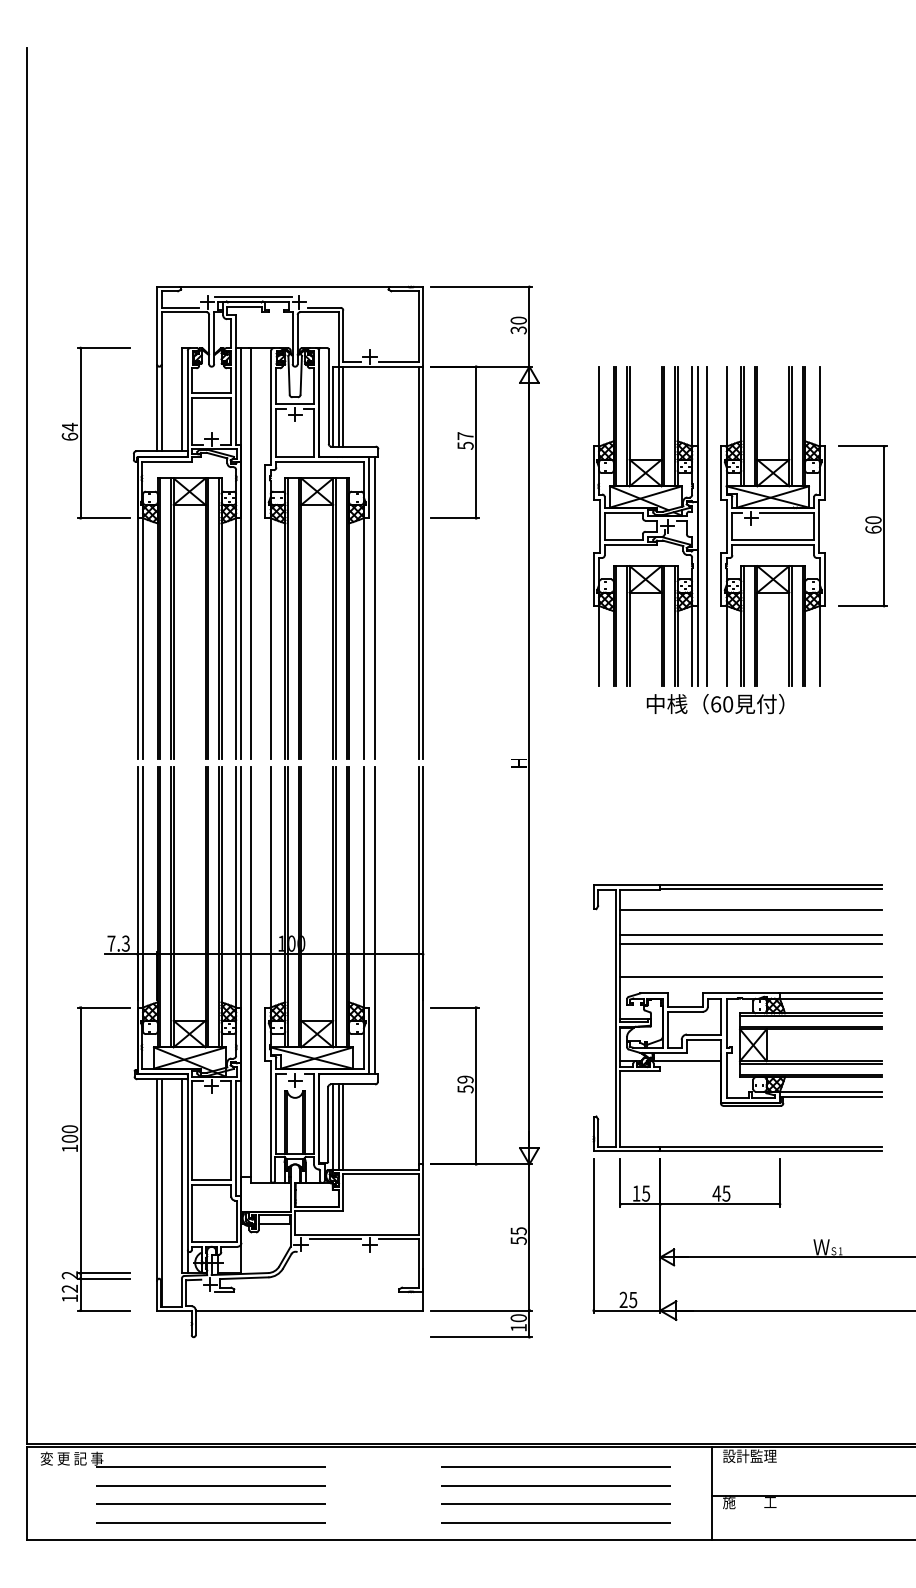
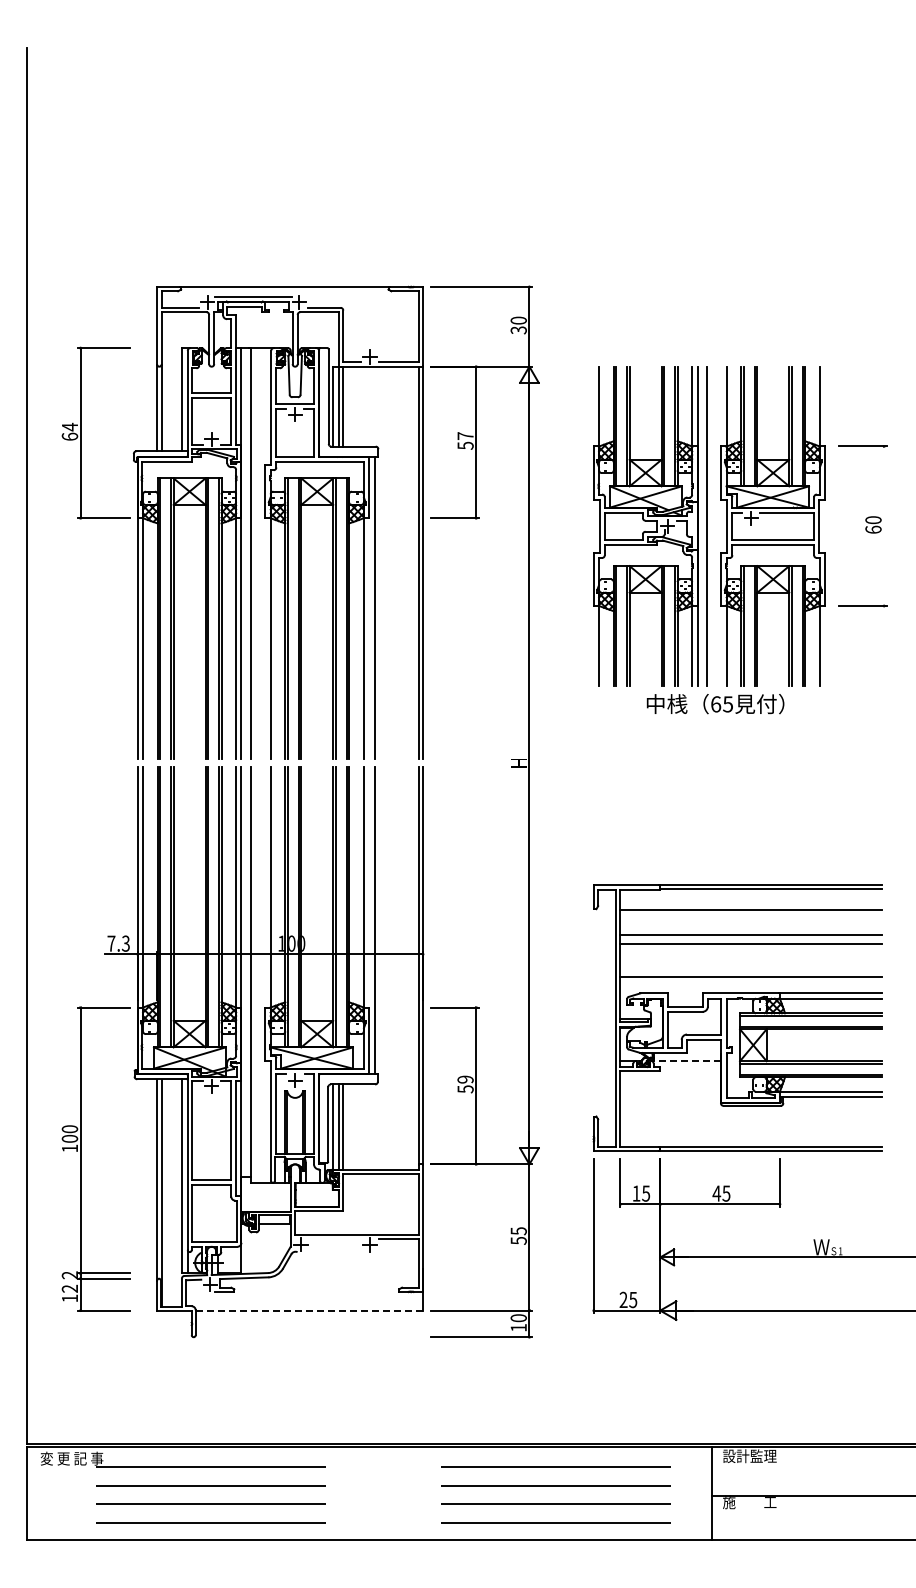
line at (884, 526): present -> none
text at (728, 704): 60 -> 65
line at (685, 1060): solid -> dashed
line at (334, 1239): present -> none
line at (309, 1310): solid -> dashed
